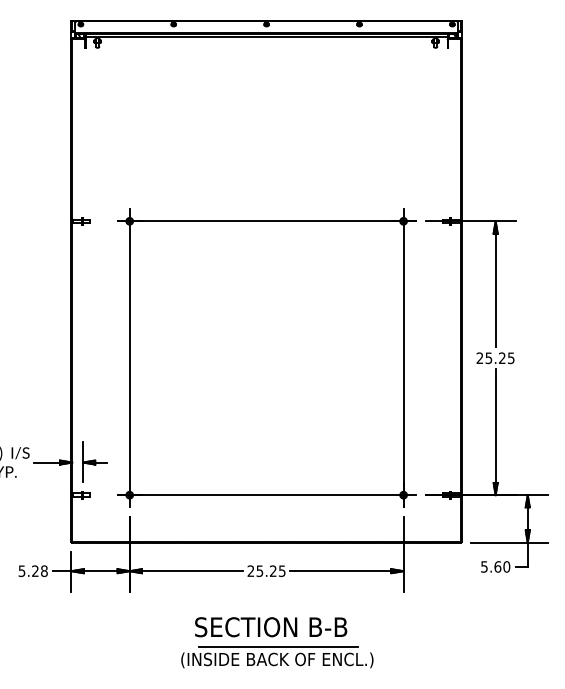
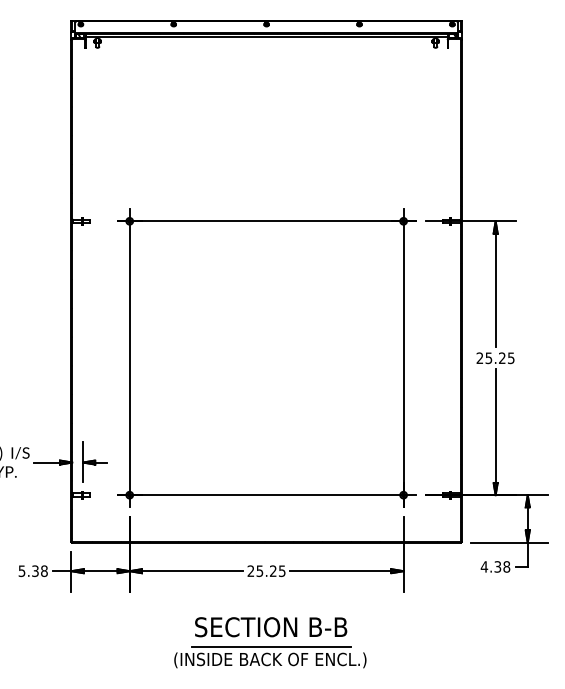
text at (495, 566): 5.60 -> 4.38
text at (35, 571): 5.28 -> 5.38
part at (277, 657) position: (277, 657) -> (270, 657)
